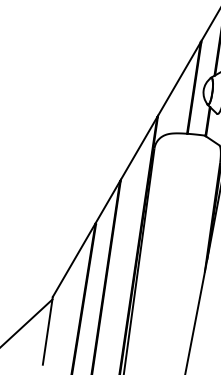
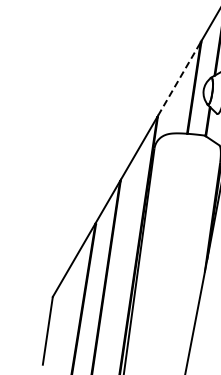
line at (179, 78): solid -> dashed
line at (27, 322): present -> none
